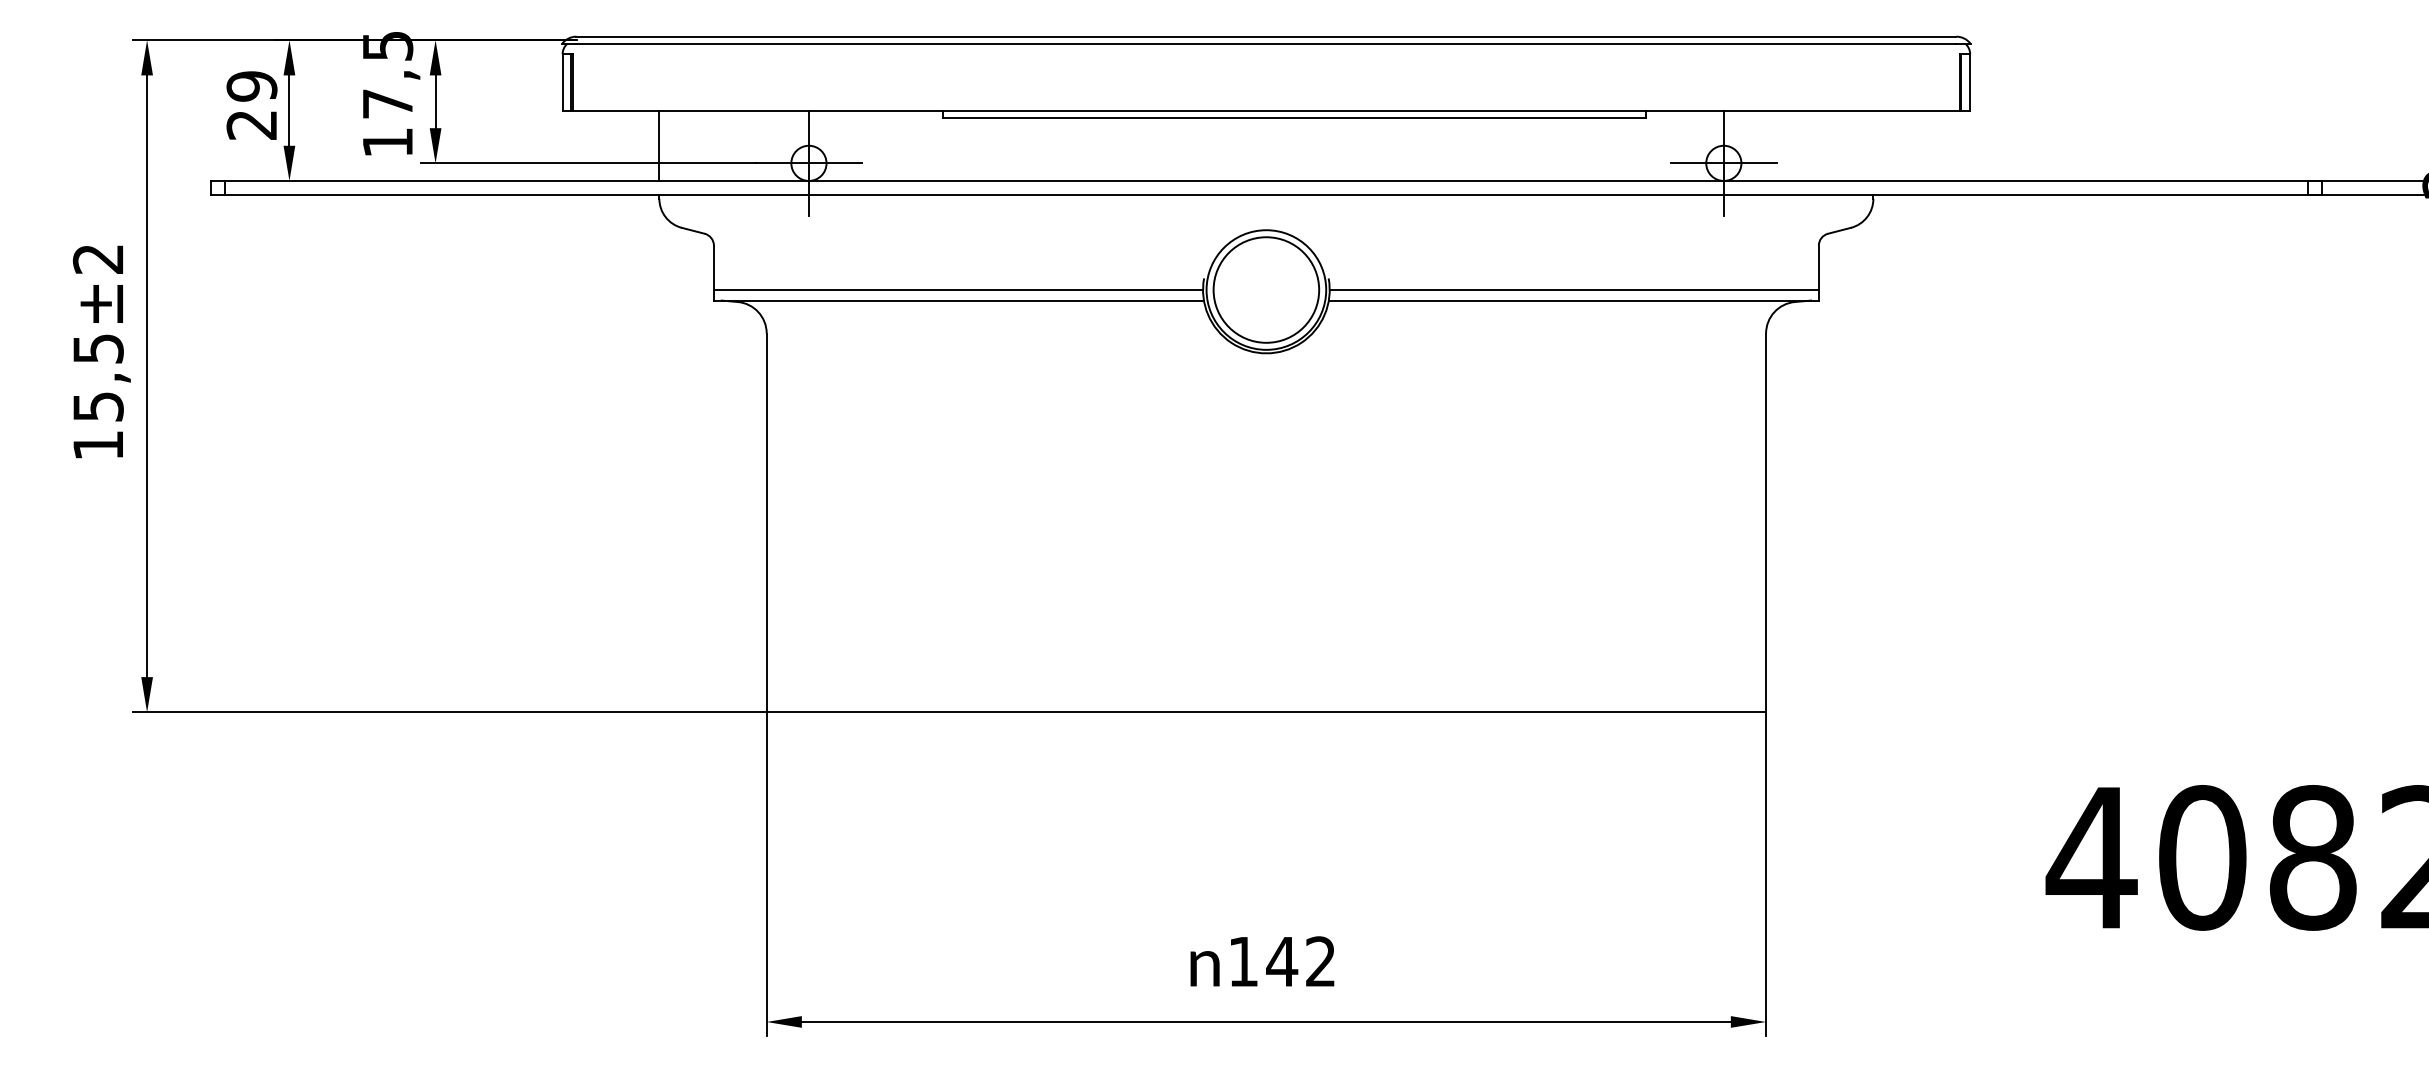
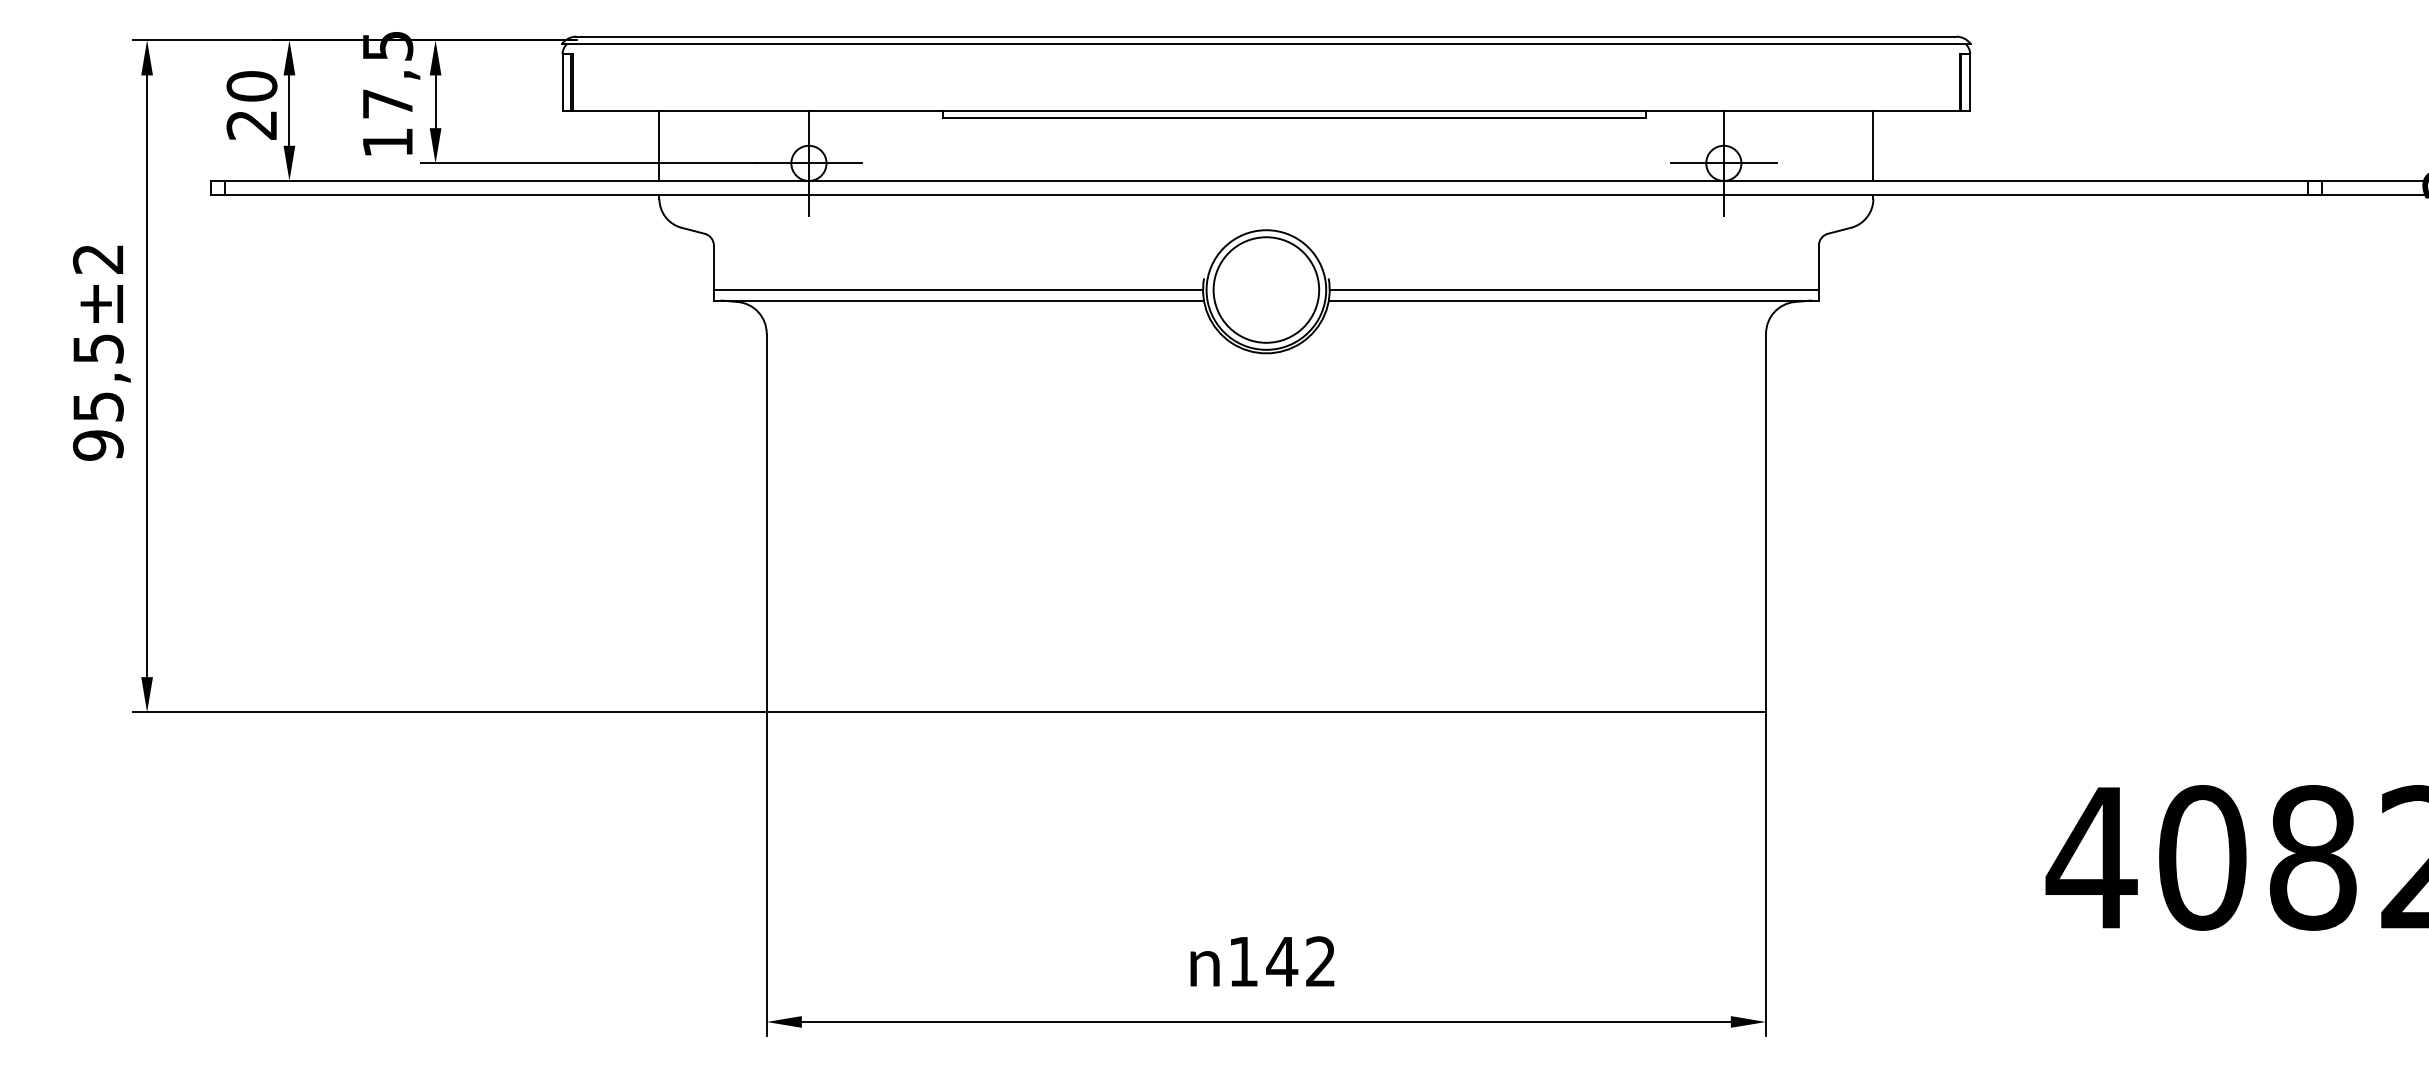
text at (251, 86): 29 -> 20
line at (1873, 145): none -> present
text at (97, 445): 15,5 -> 95,5
